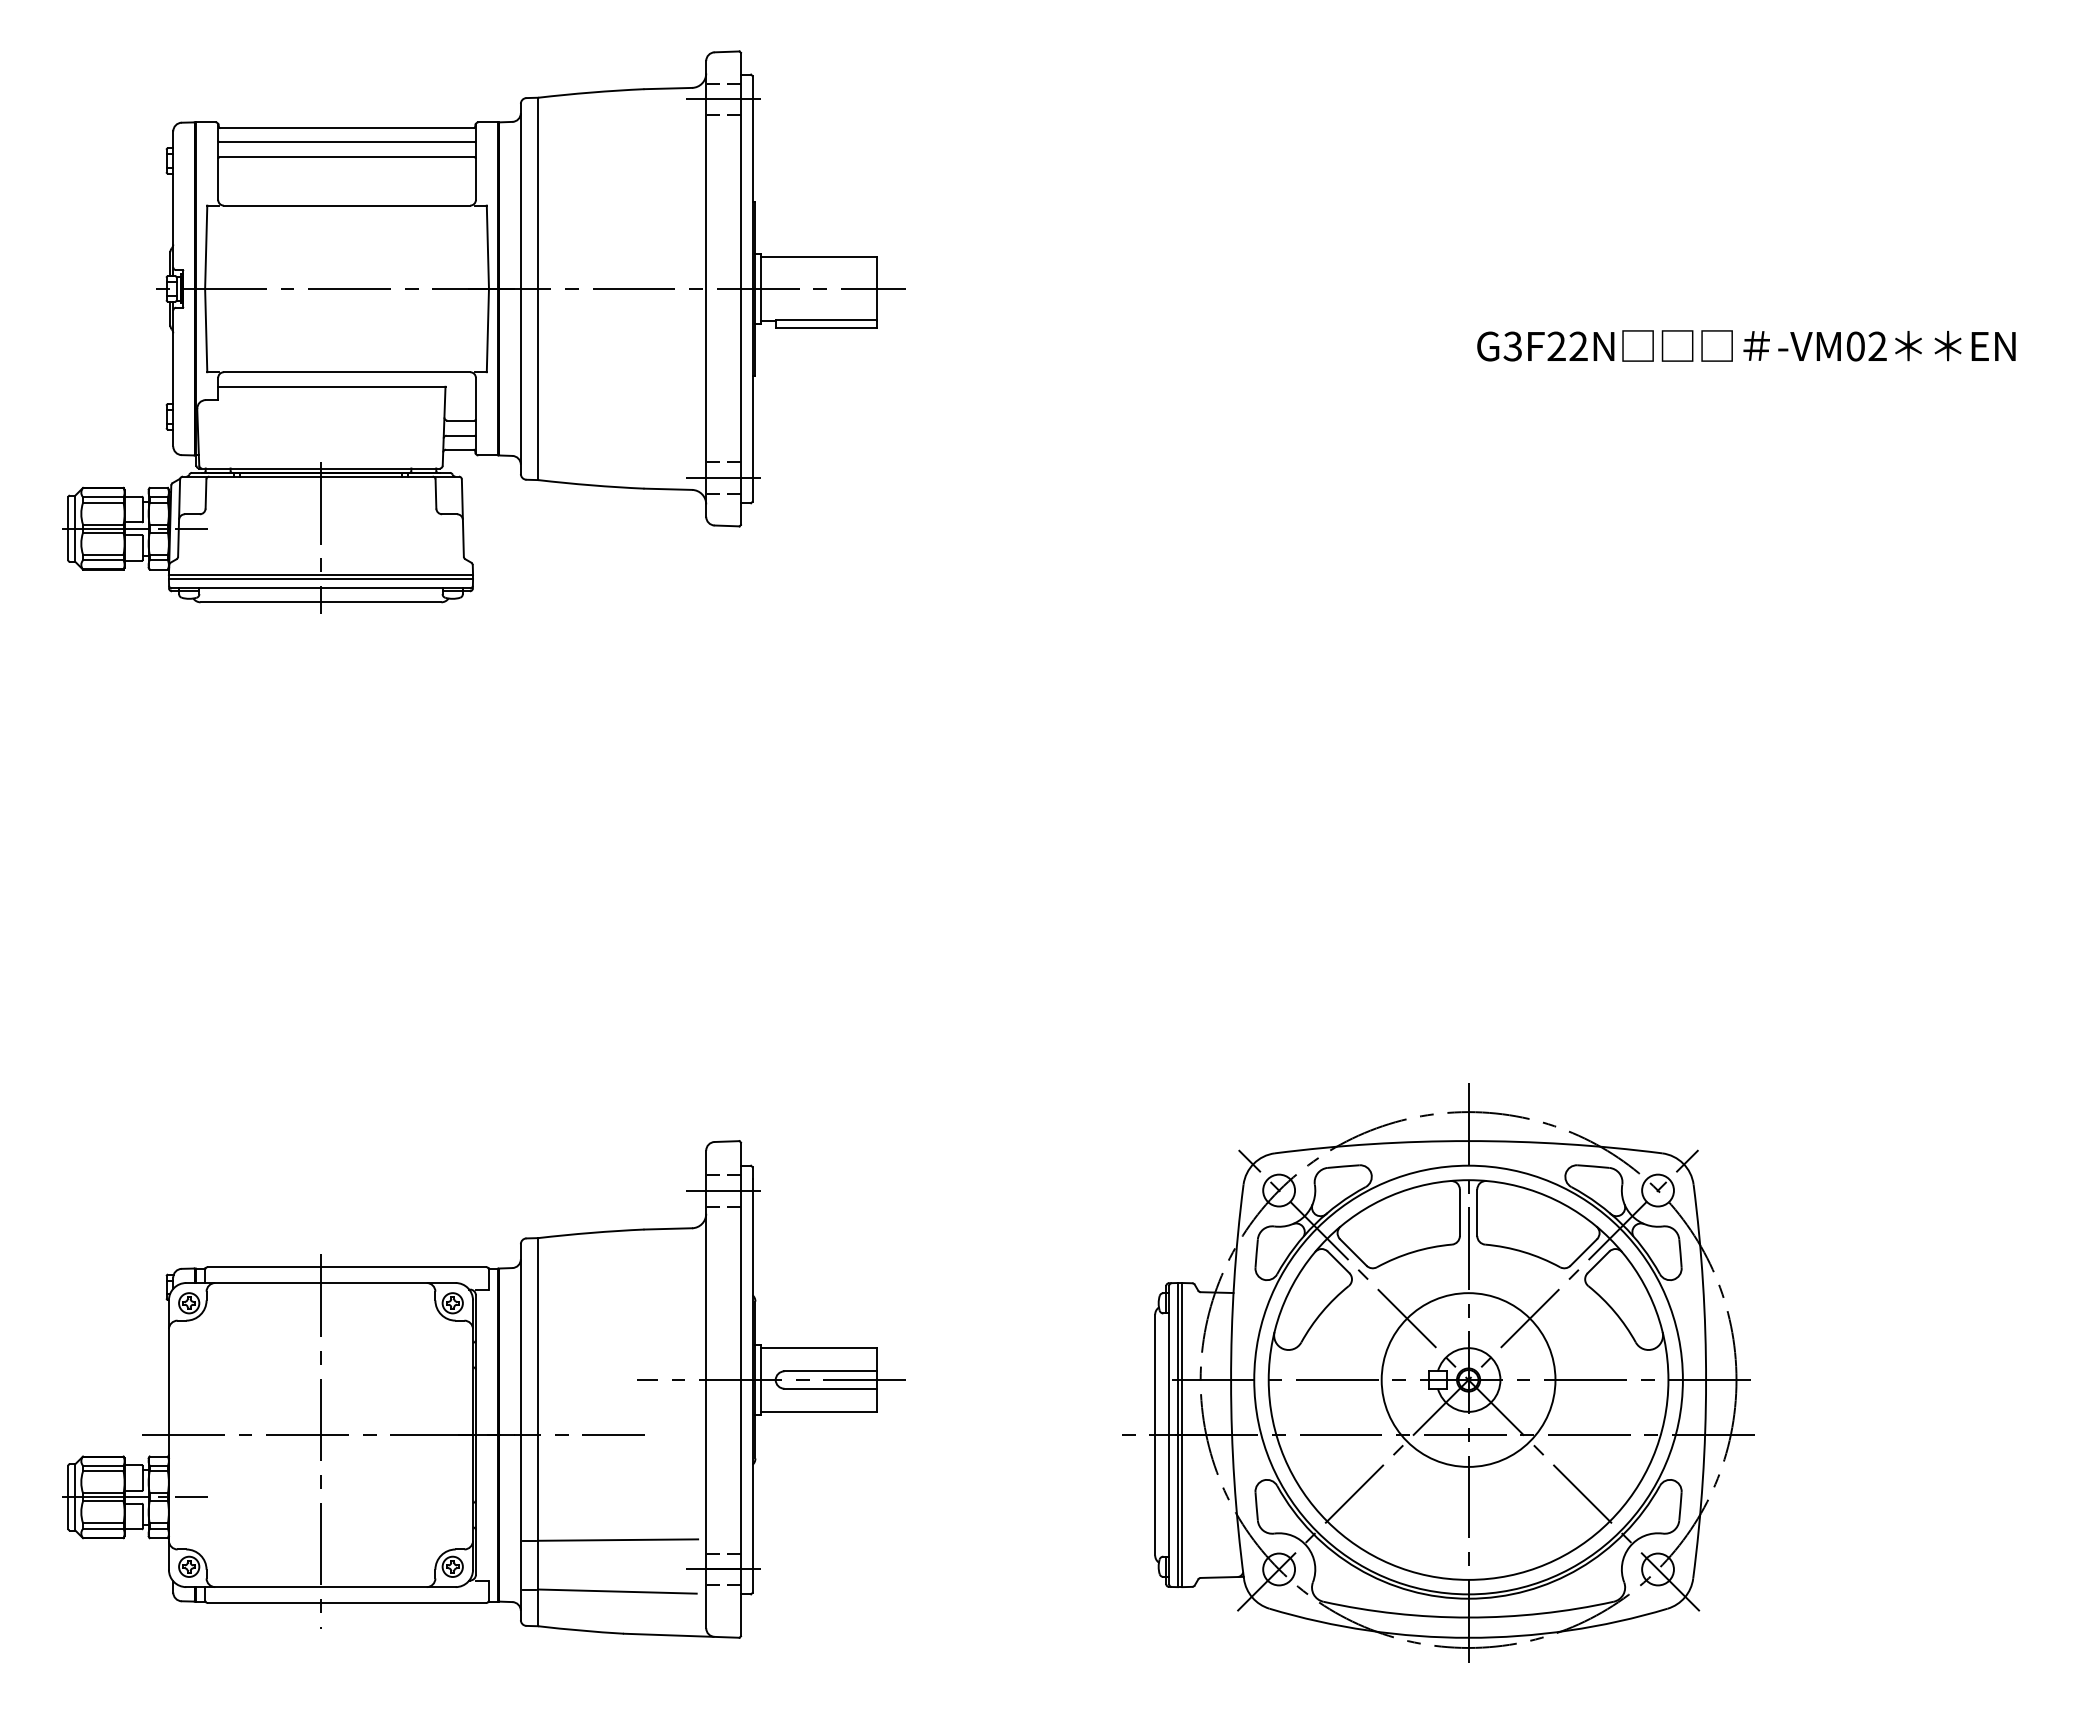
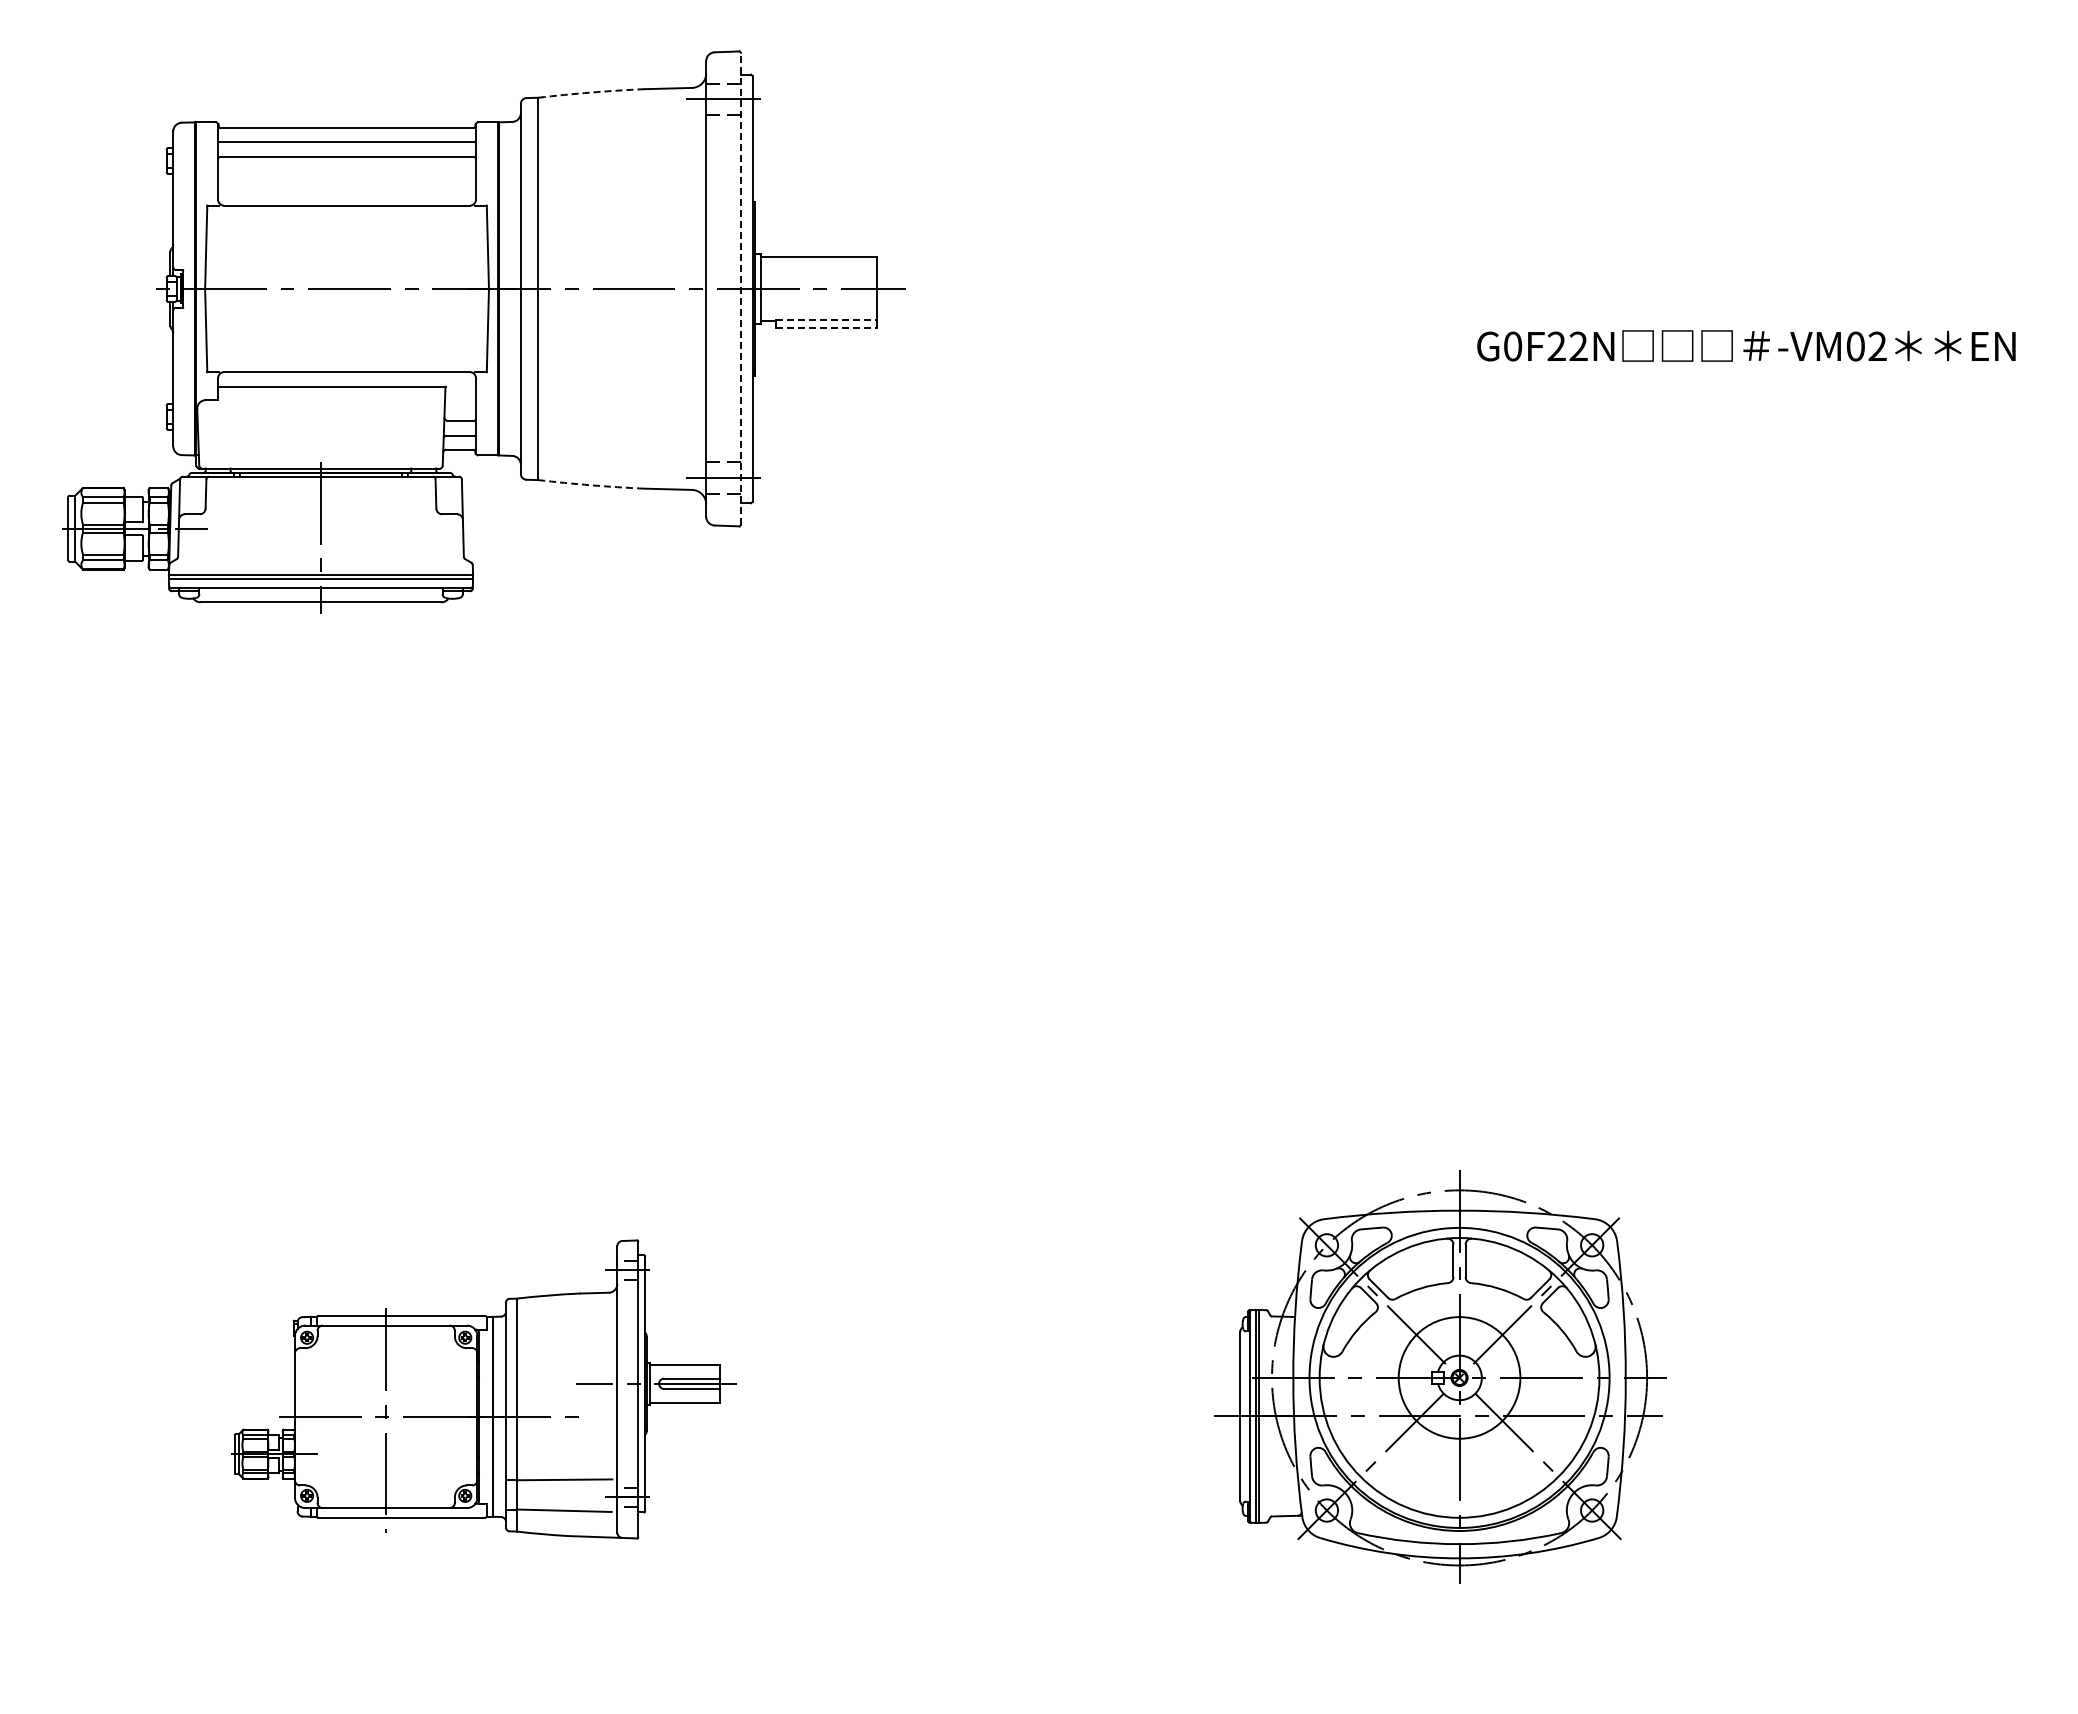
arc at (591, 92): solid -> dashed
line at (740, 288): solid -> dashed
line at (826, 319): solid -> dashed
line at (826, 328): solid -> dashed
text at (1512, 346): G3F22N -> G0F22N
arc at (591, 485): solid -> dashed
part at (1438, 1372) size: 633x580 px -> 453x412 px
part at (483, 1389) size: 844x499 px -> 506x301 px
